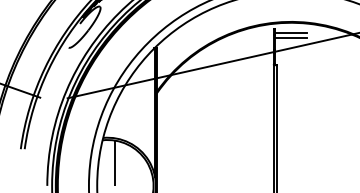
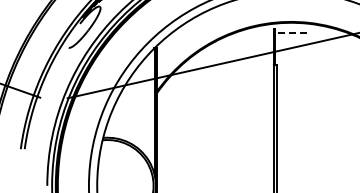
line at (290, 32): solid -> dashed
line at (291, 38): present -> none
line at (114, 161): present -> none
